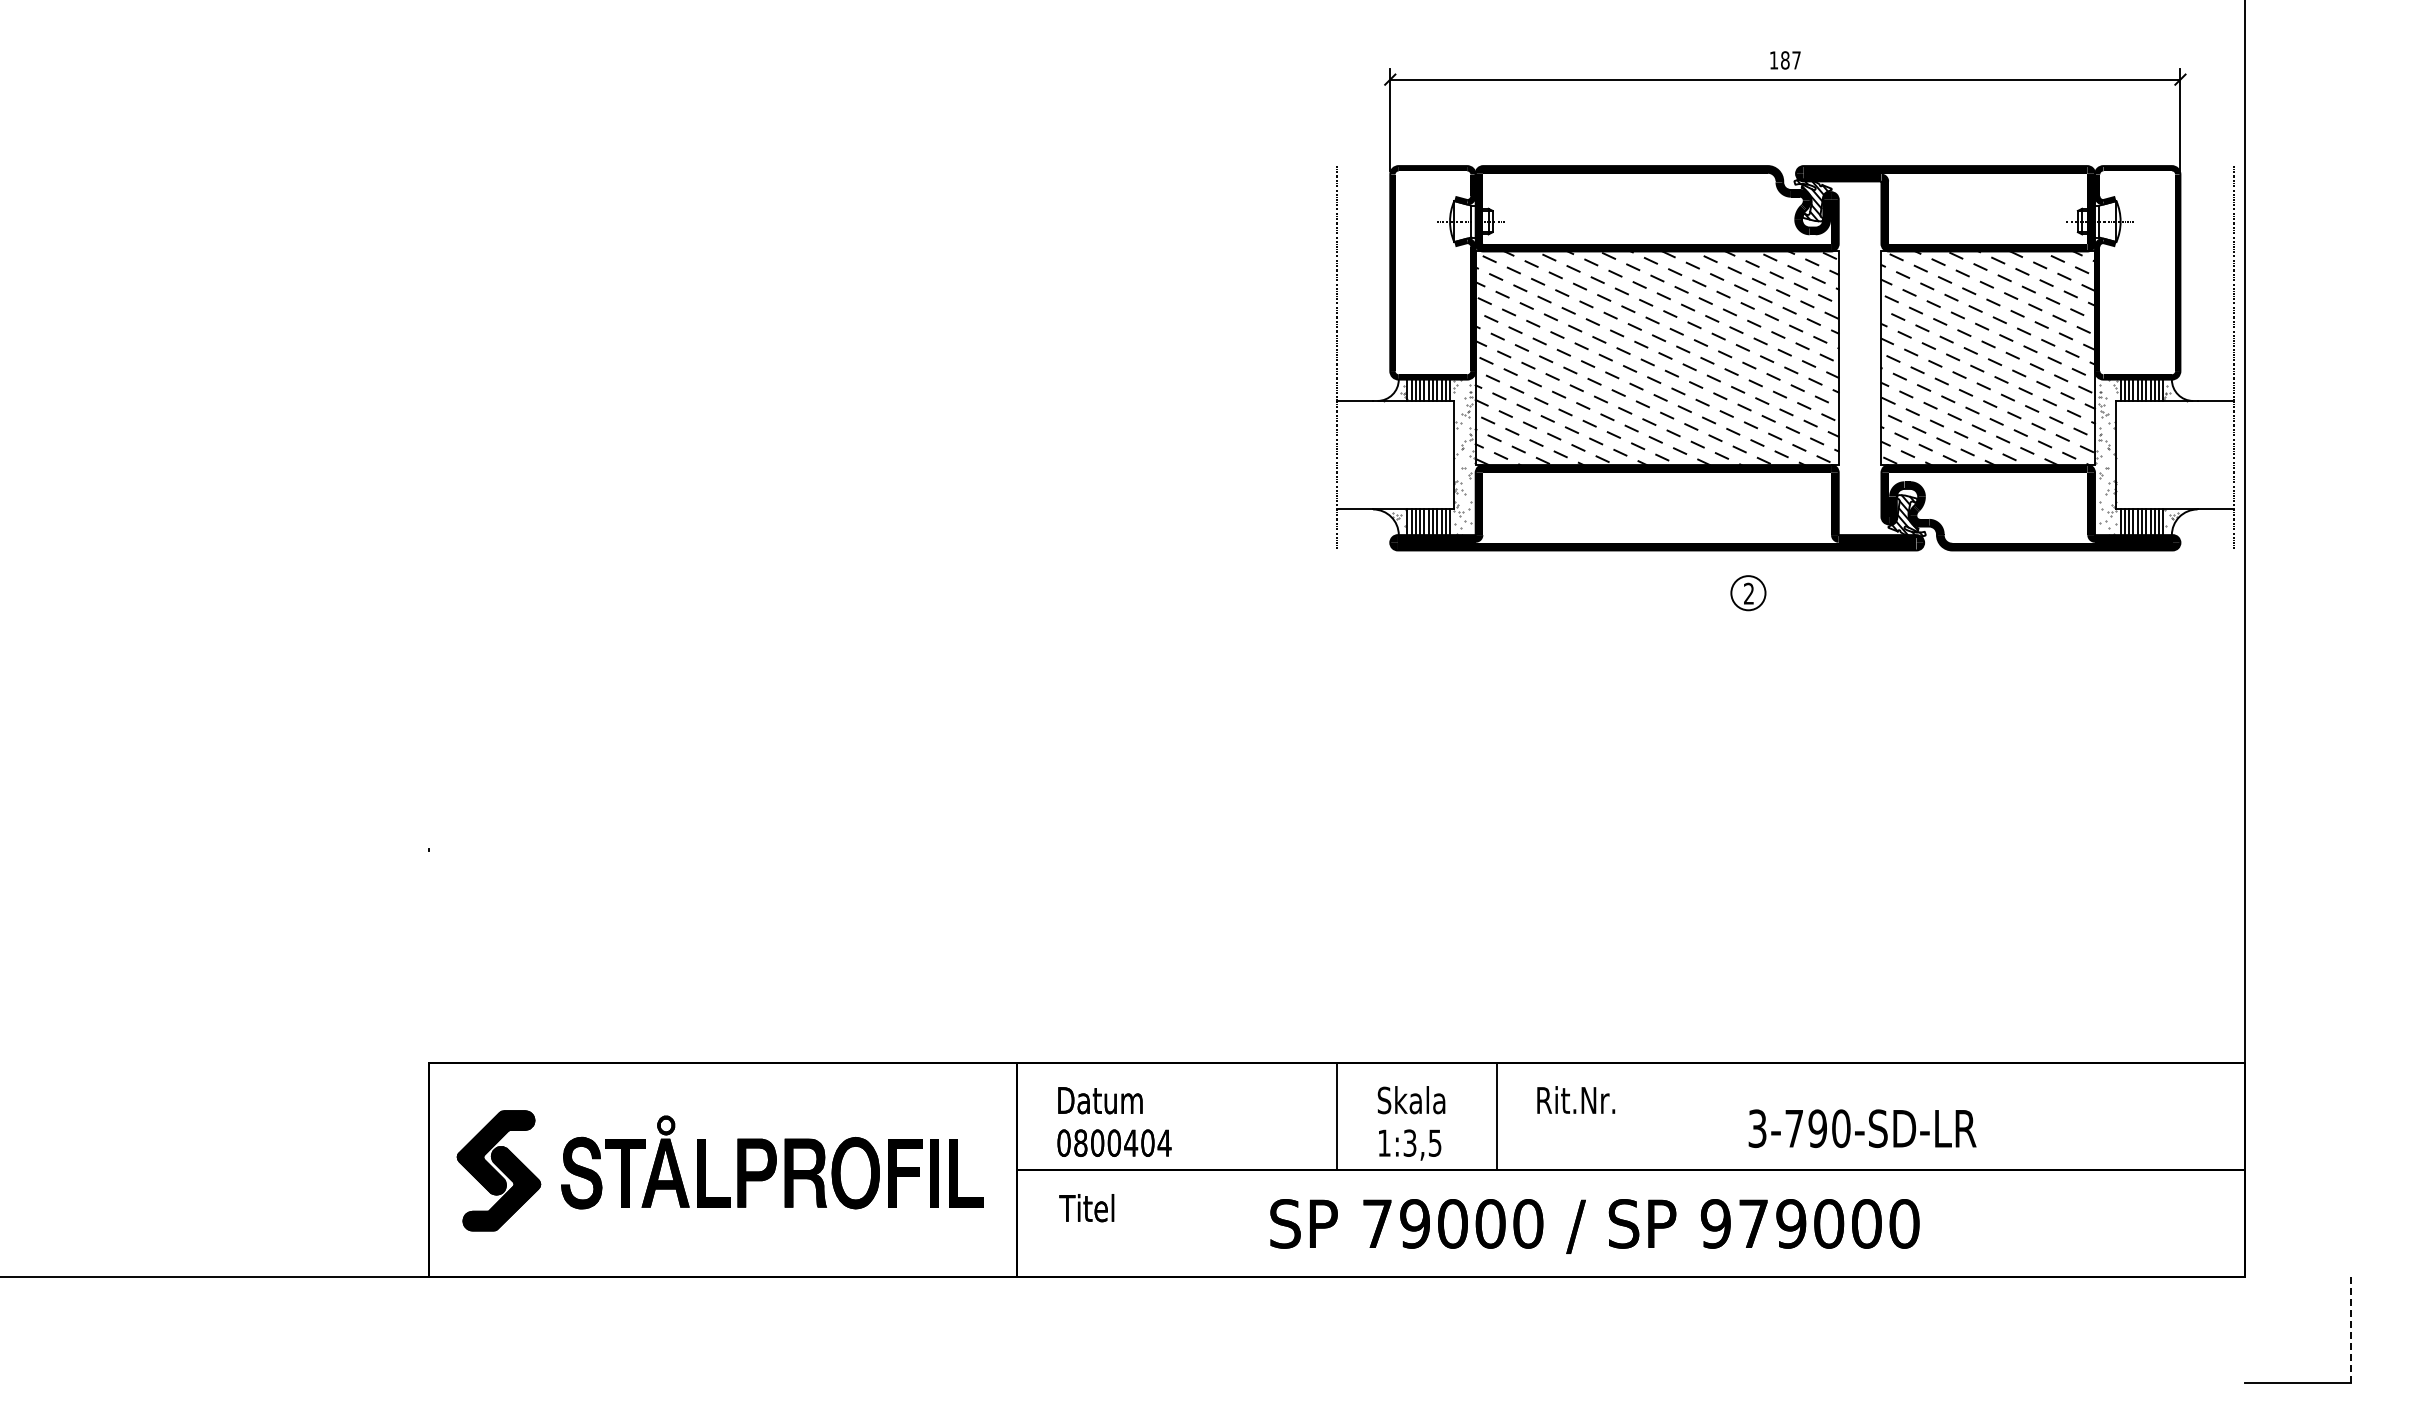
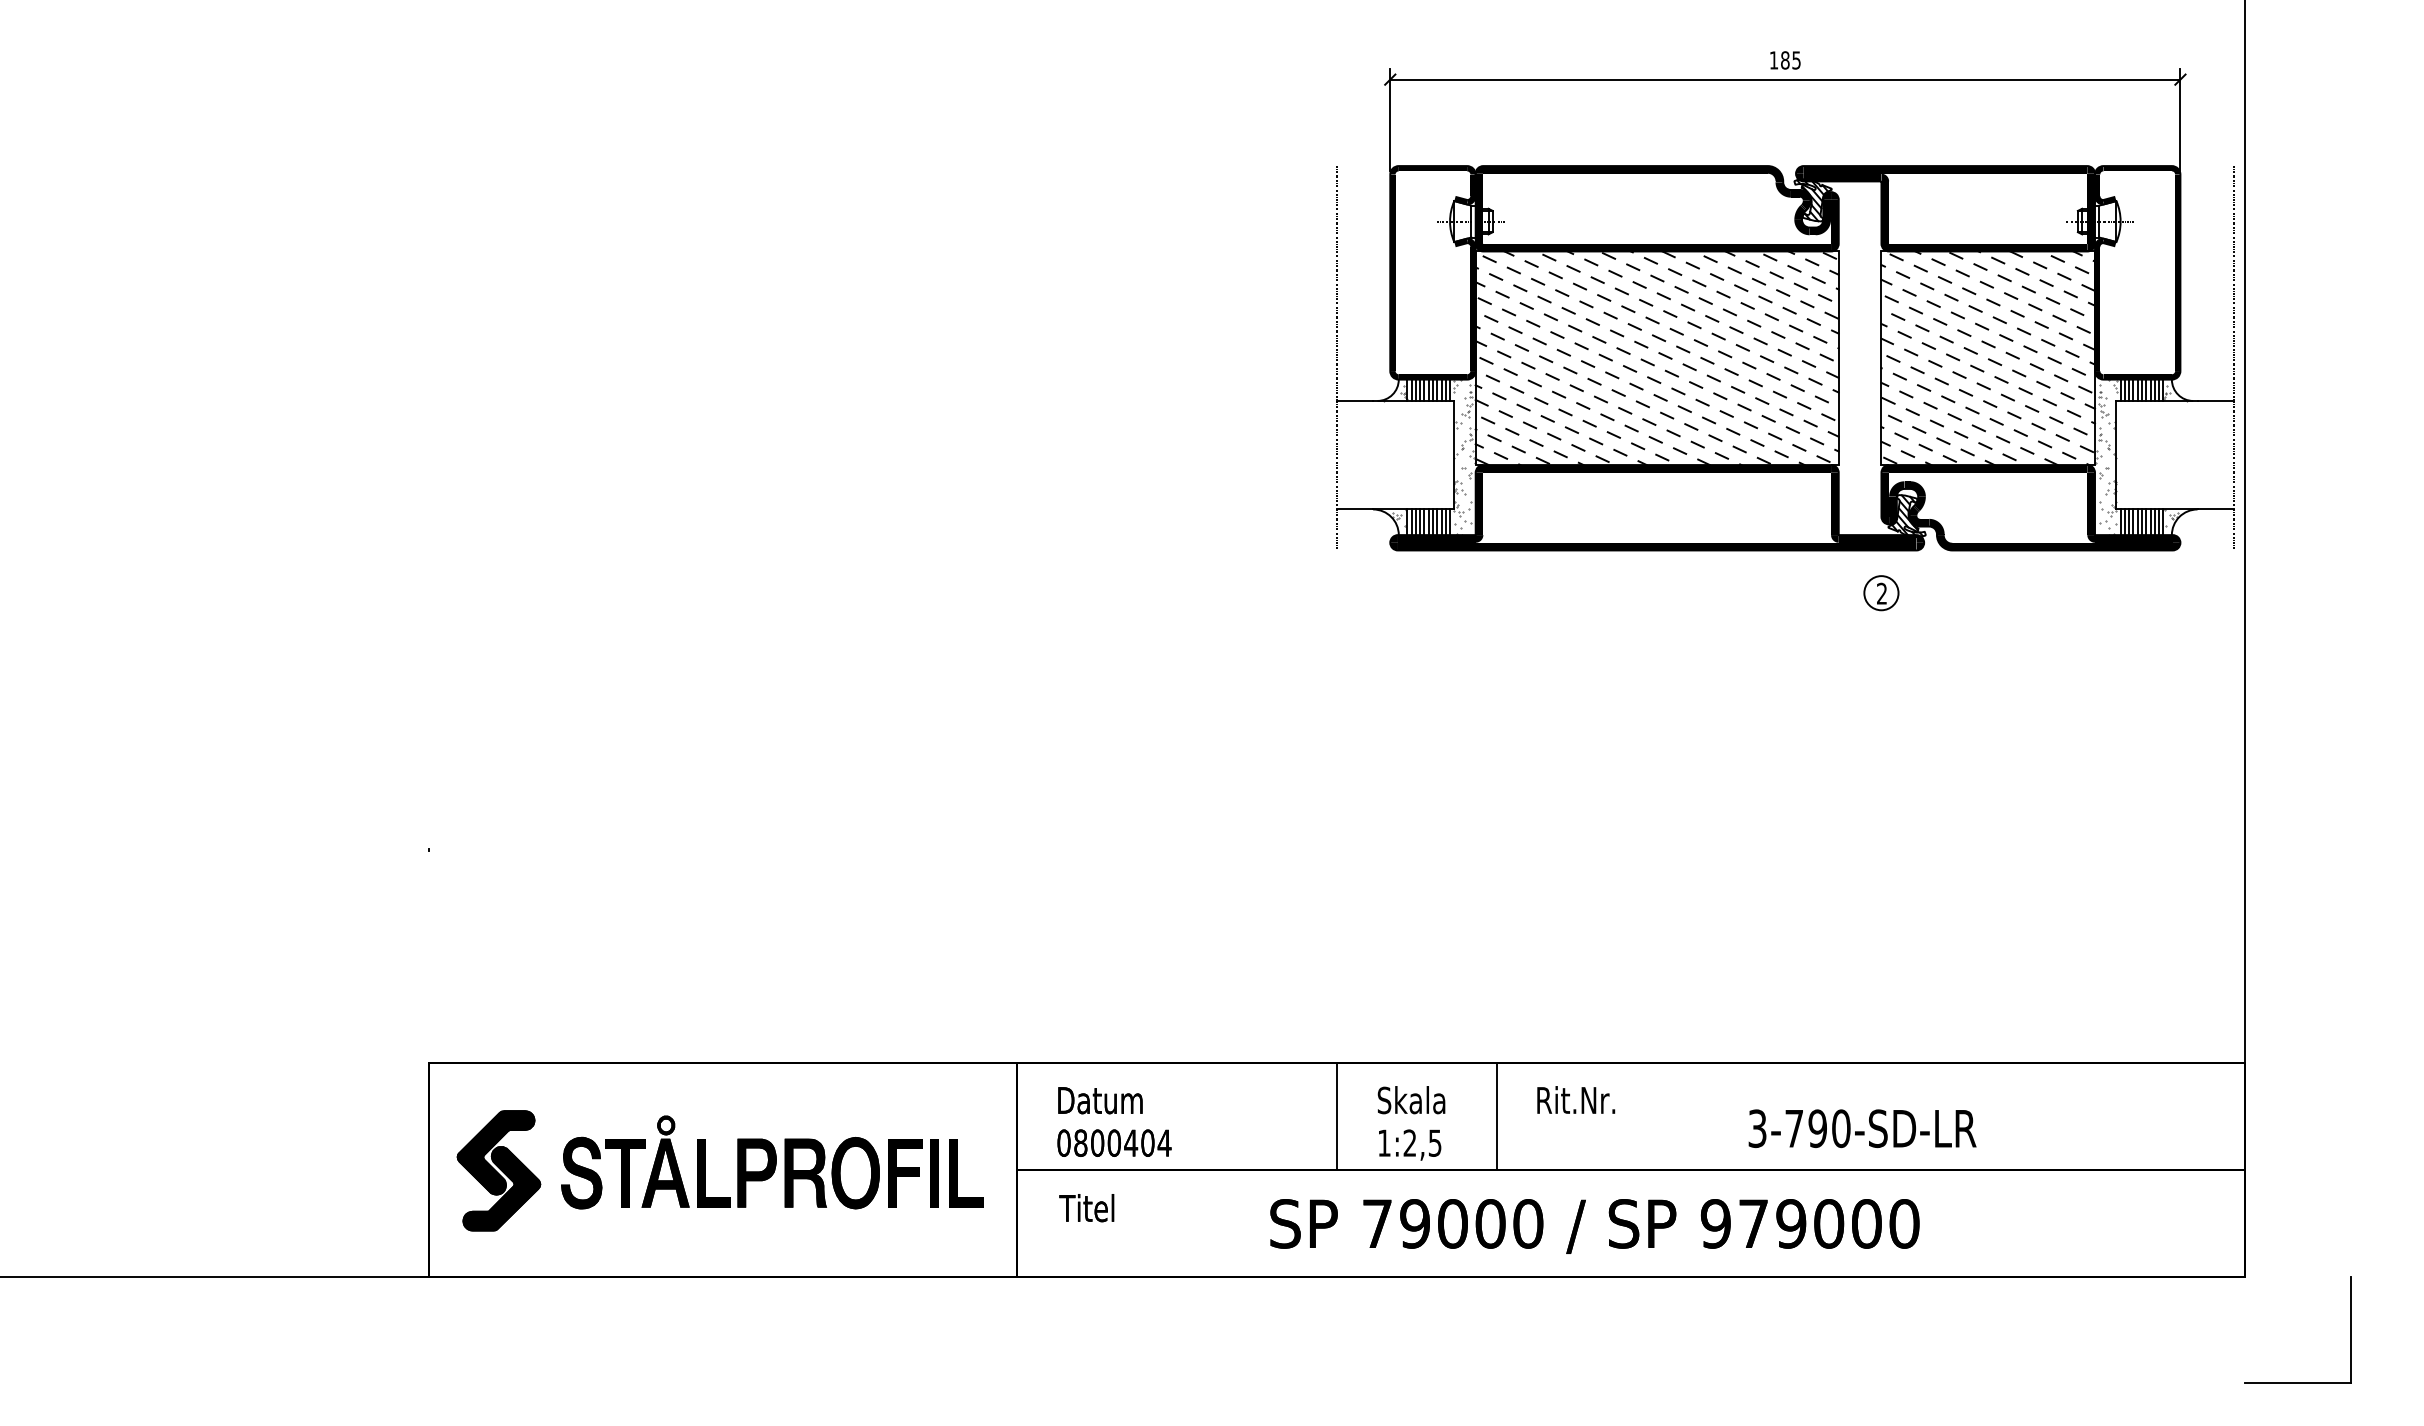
text at (1796, 60): 187 -> 185
part at (1748, 593) position: (1748, 593) -> (1881, 593)
text at (1409, 1142): 1:3,5 -> 1:2,5
line at (2351, 1329): dashed -> solid
